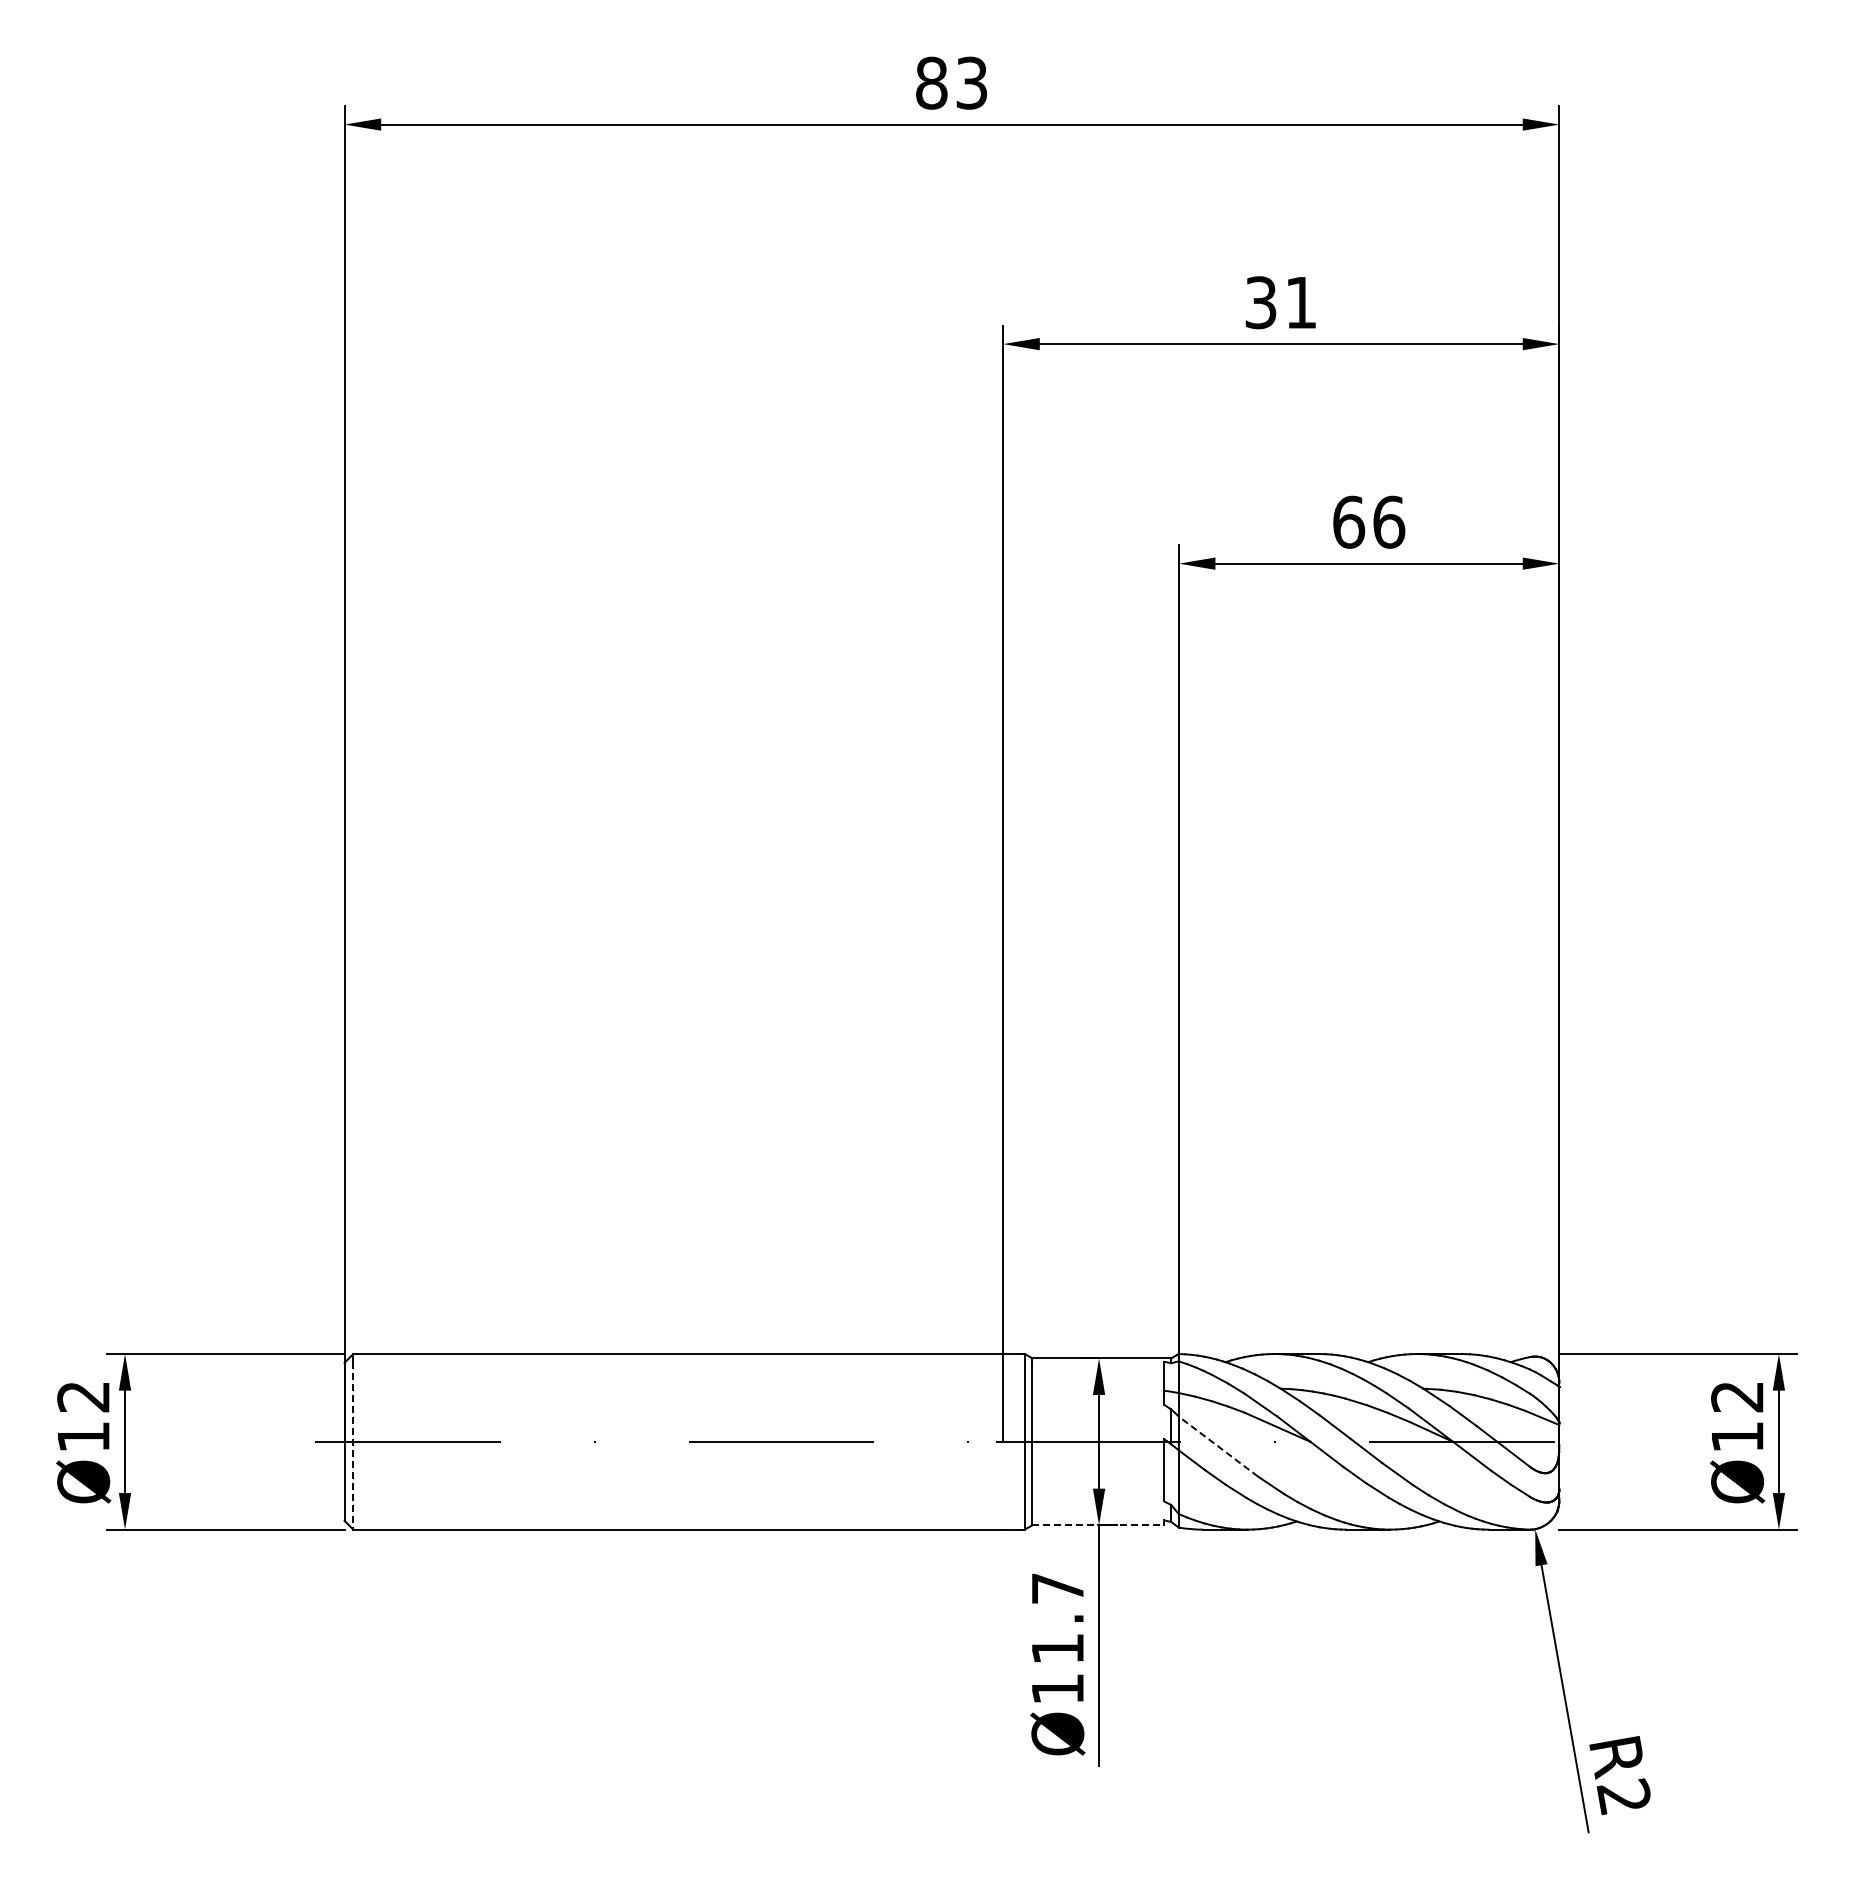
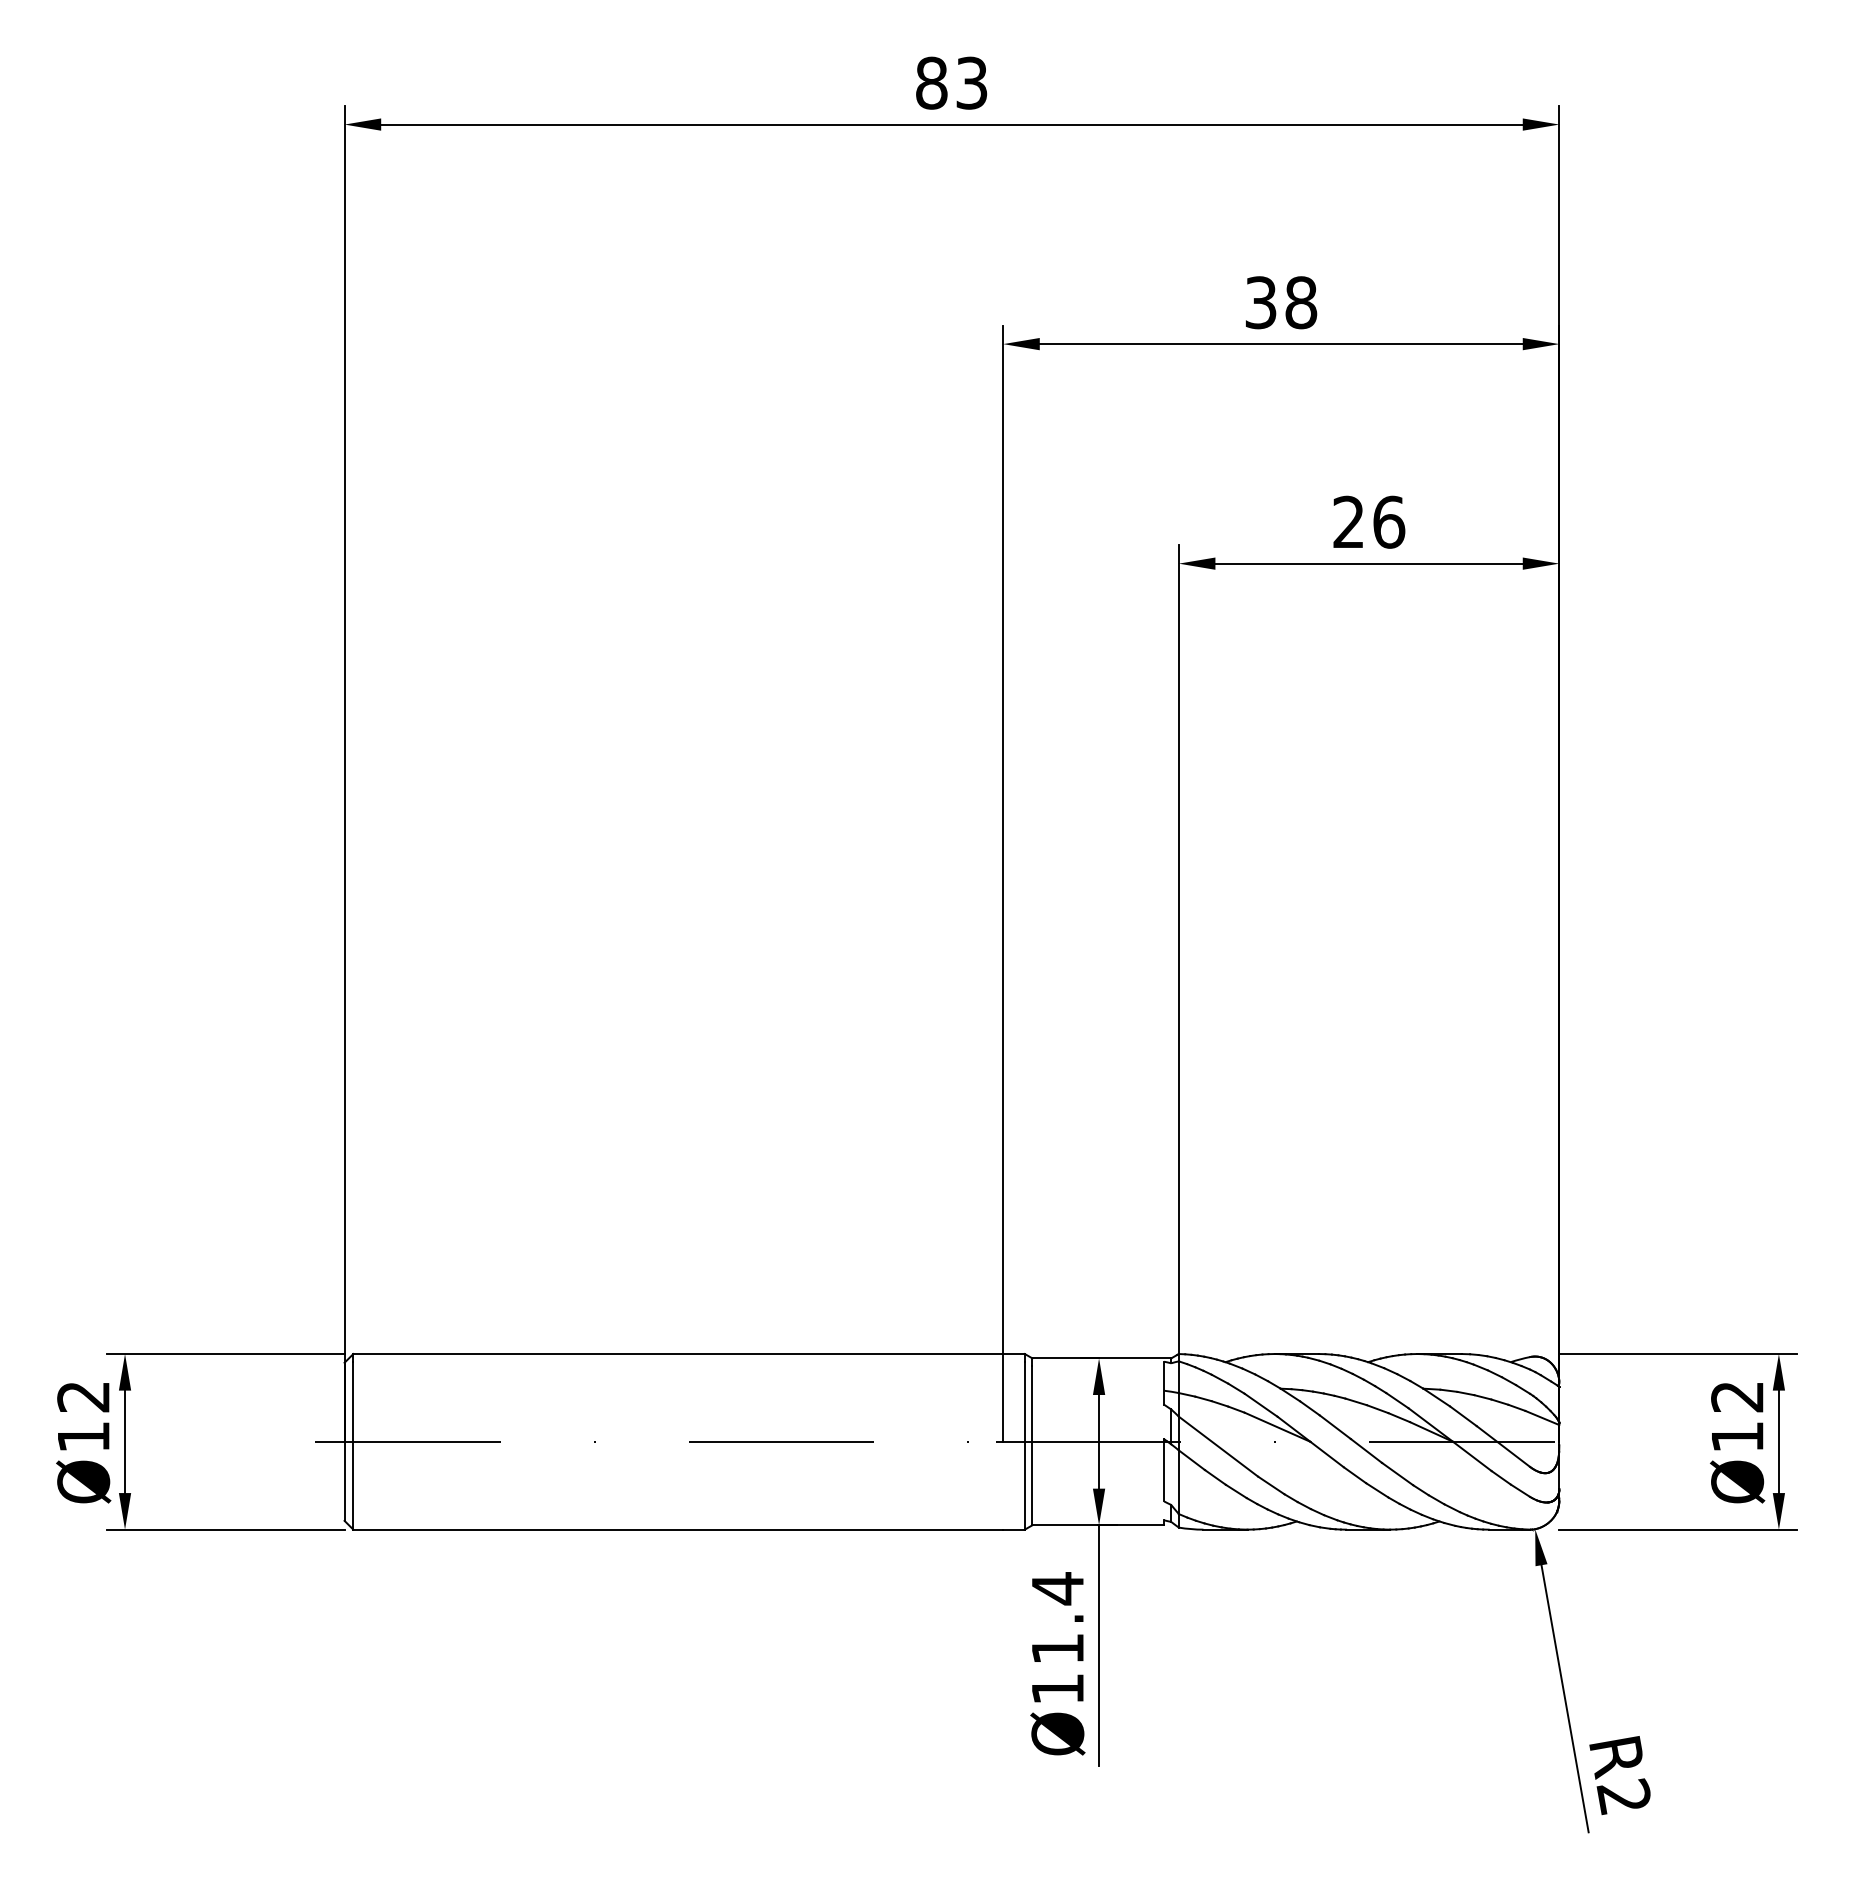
text at (1301, 302): 31 -> 38
text at (1349, 521): 66 -> 26
line at (353, 1445): dashed -> solid
line at (1218, 1446): dashed -> solid
line at (1098, 1525): dashed -> solid
text at (1057, 1588): Ø11.7 -> Ø11.4
